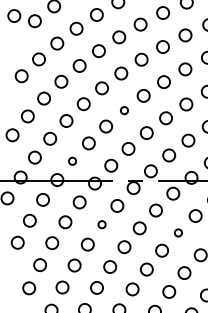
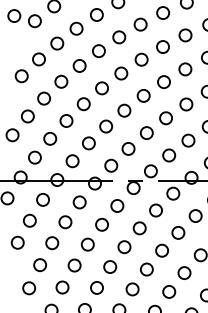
circle at (124, 110) size: 9x10 px -> 15x15 px
circle at (72, 160) size: 9x10 px -> 15x15 px
circle at (101, 224) size: 10x10 px -> 14x15 px
circle at (178, 232) size: 9x10 px -> 15x14 px
